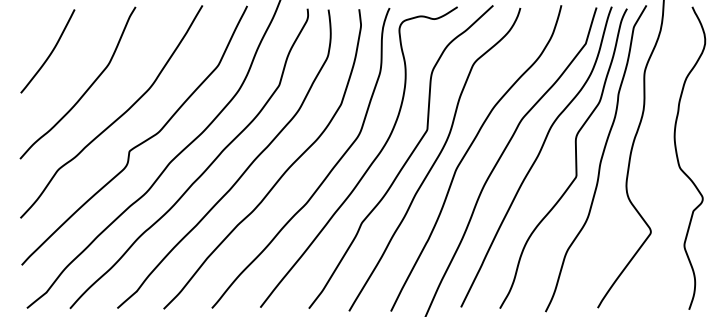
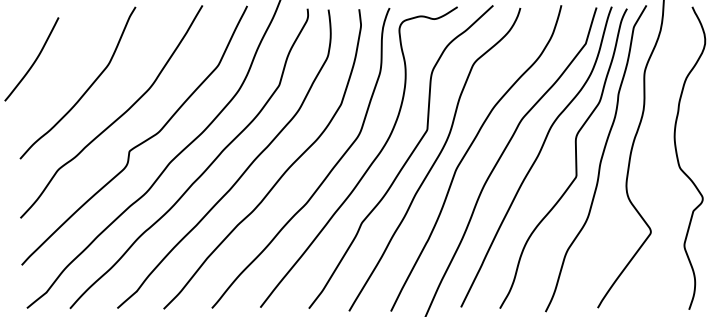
curve at (50, 52) position: (50, 52) -> (34, 60)
